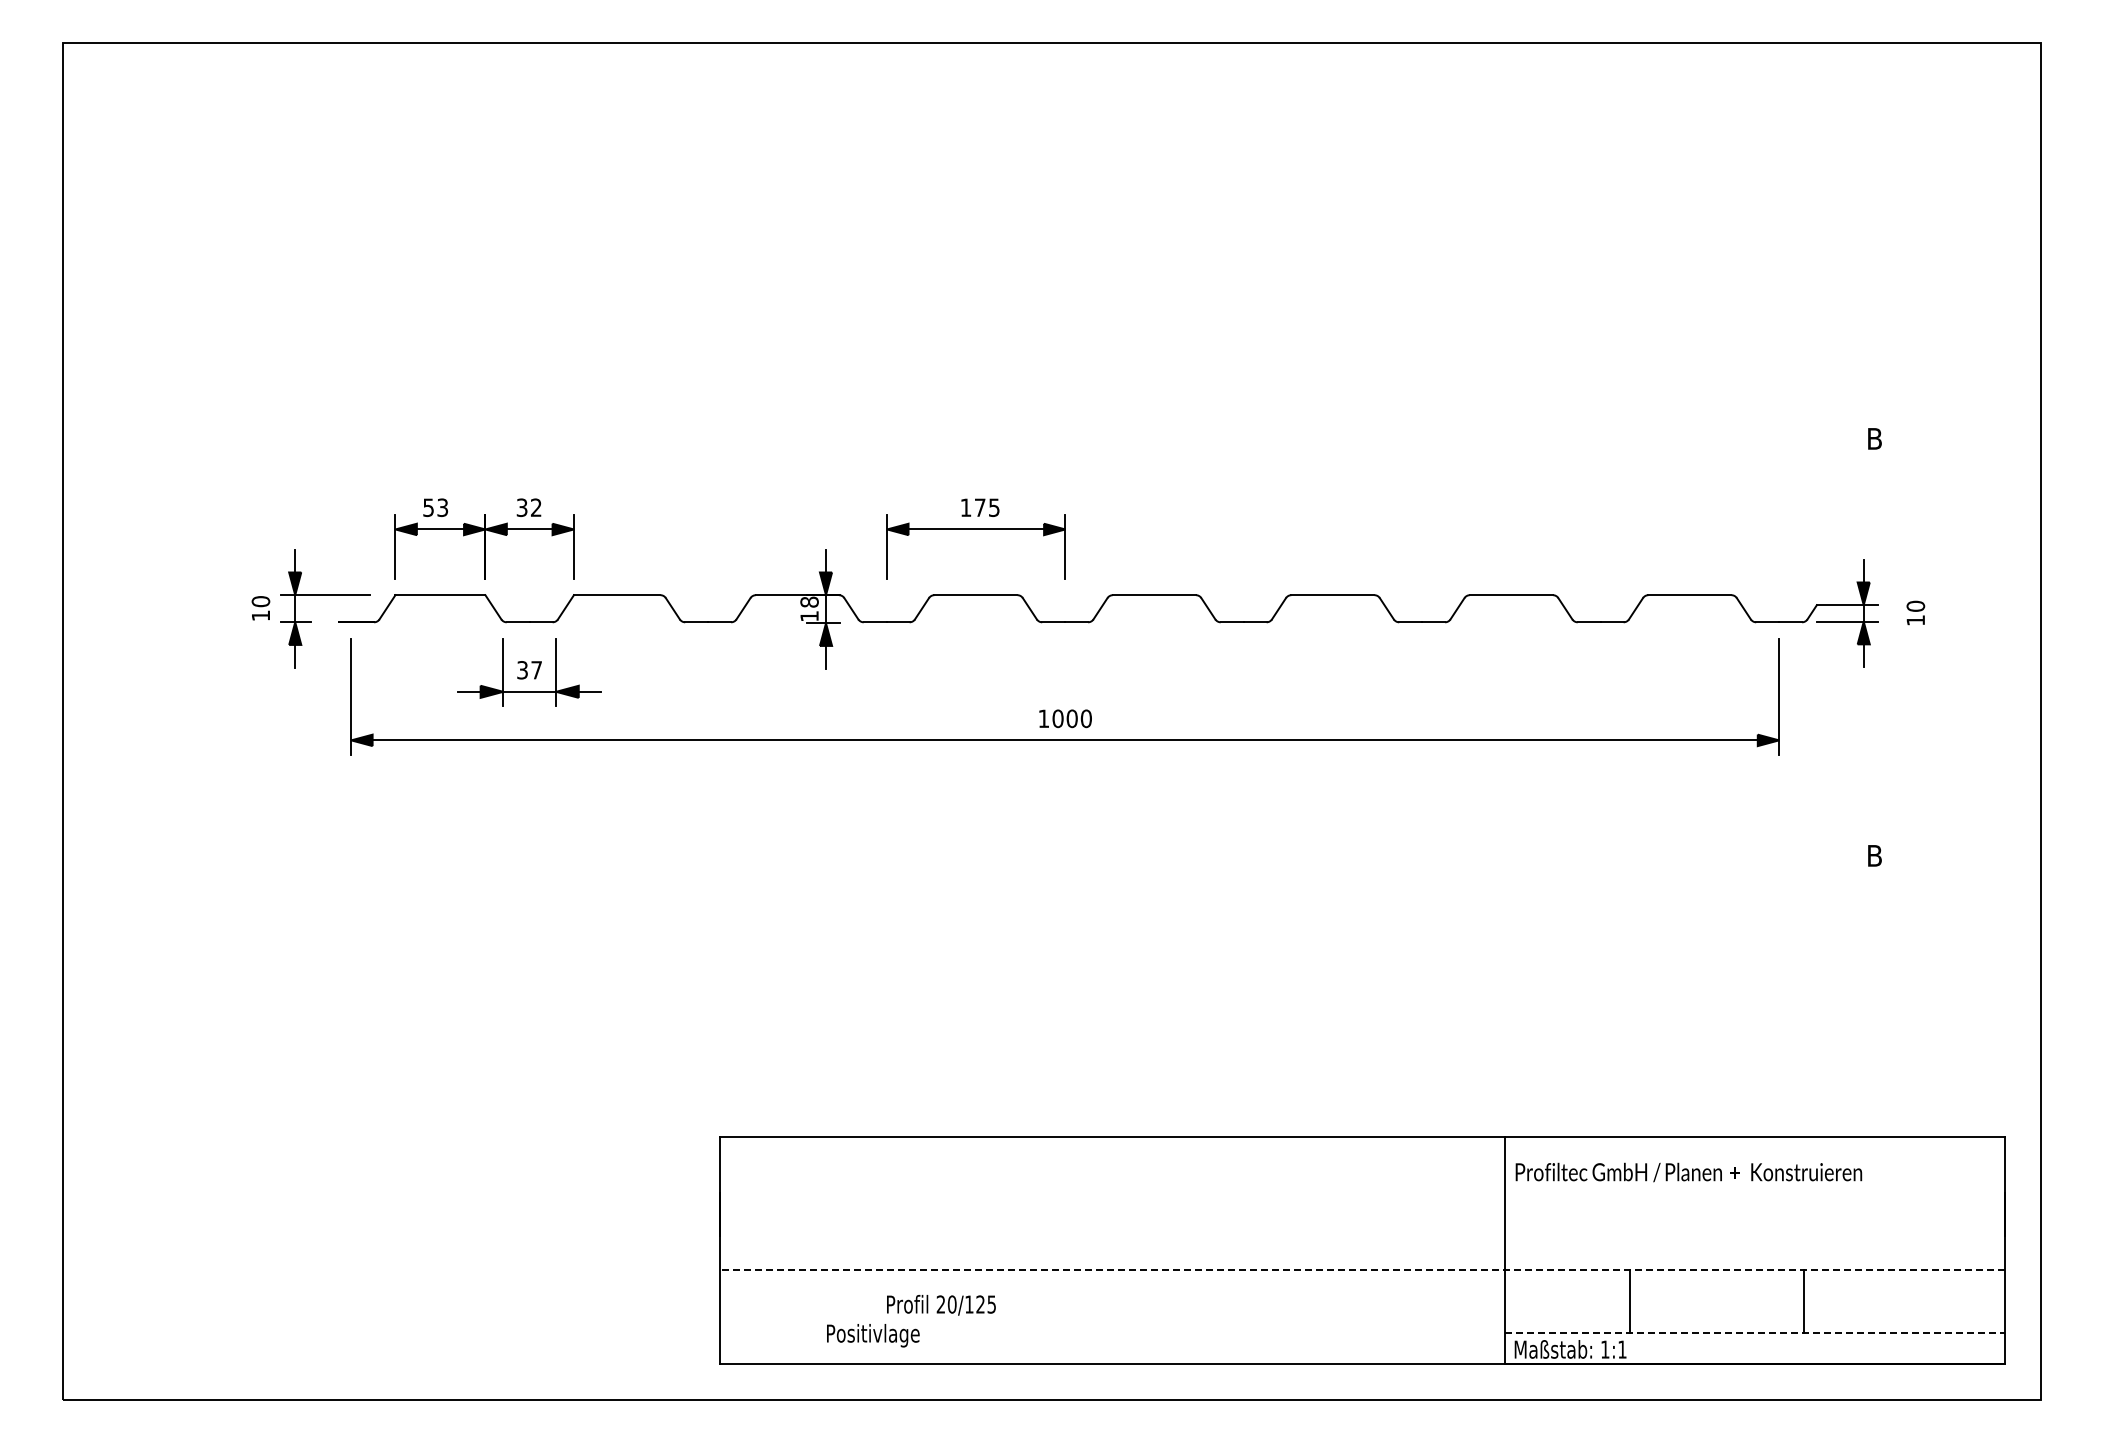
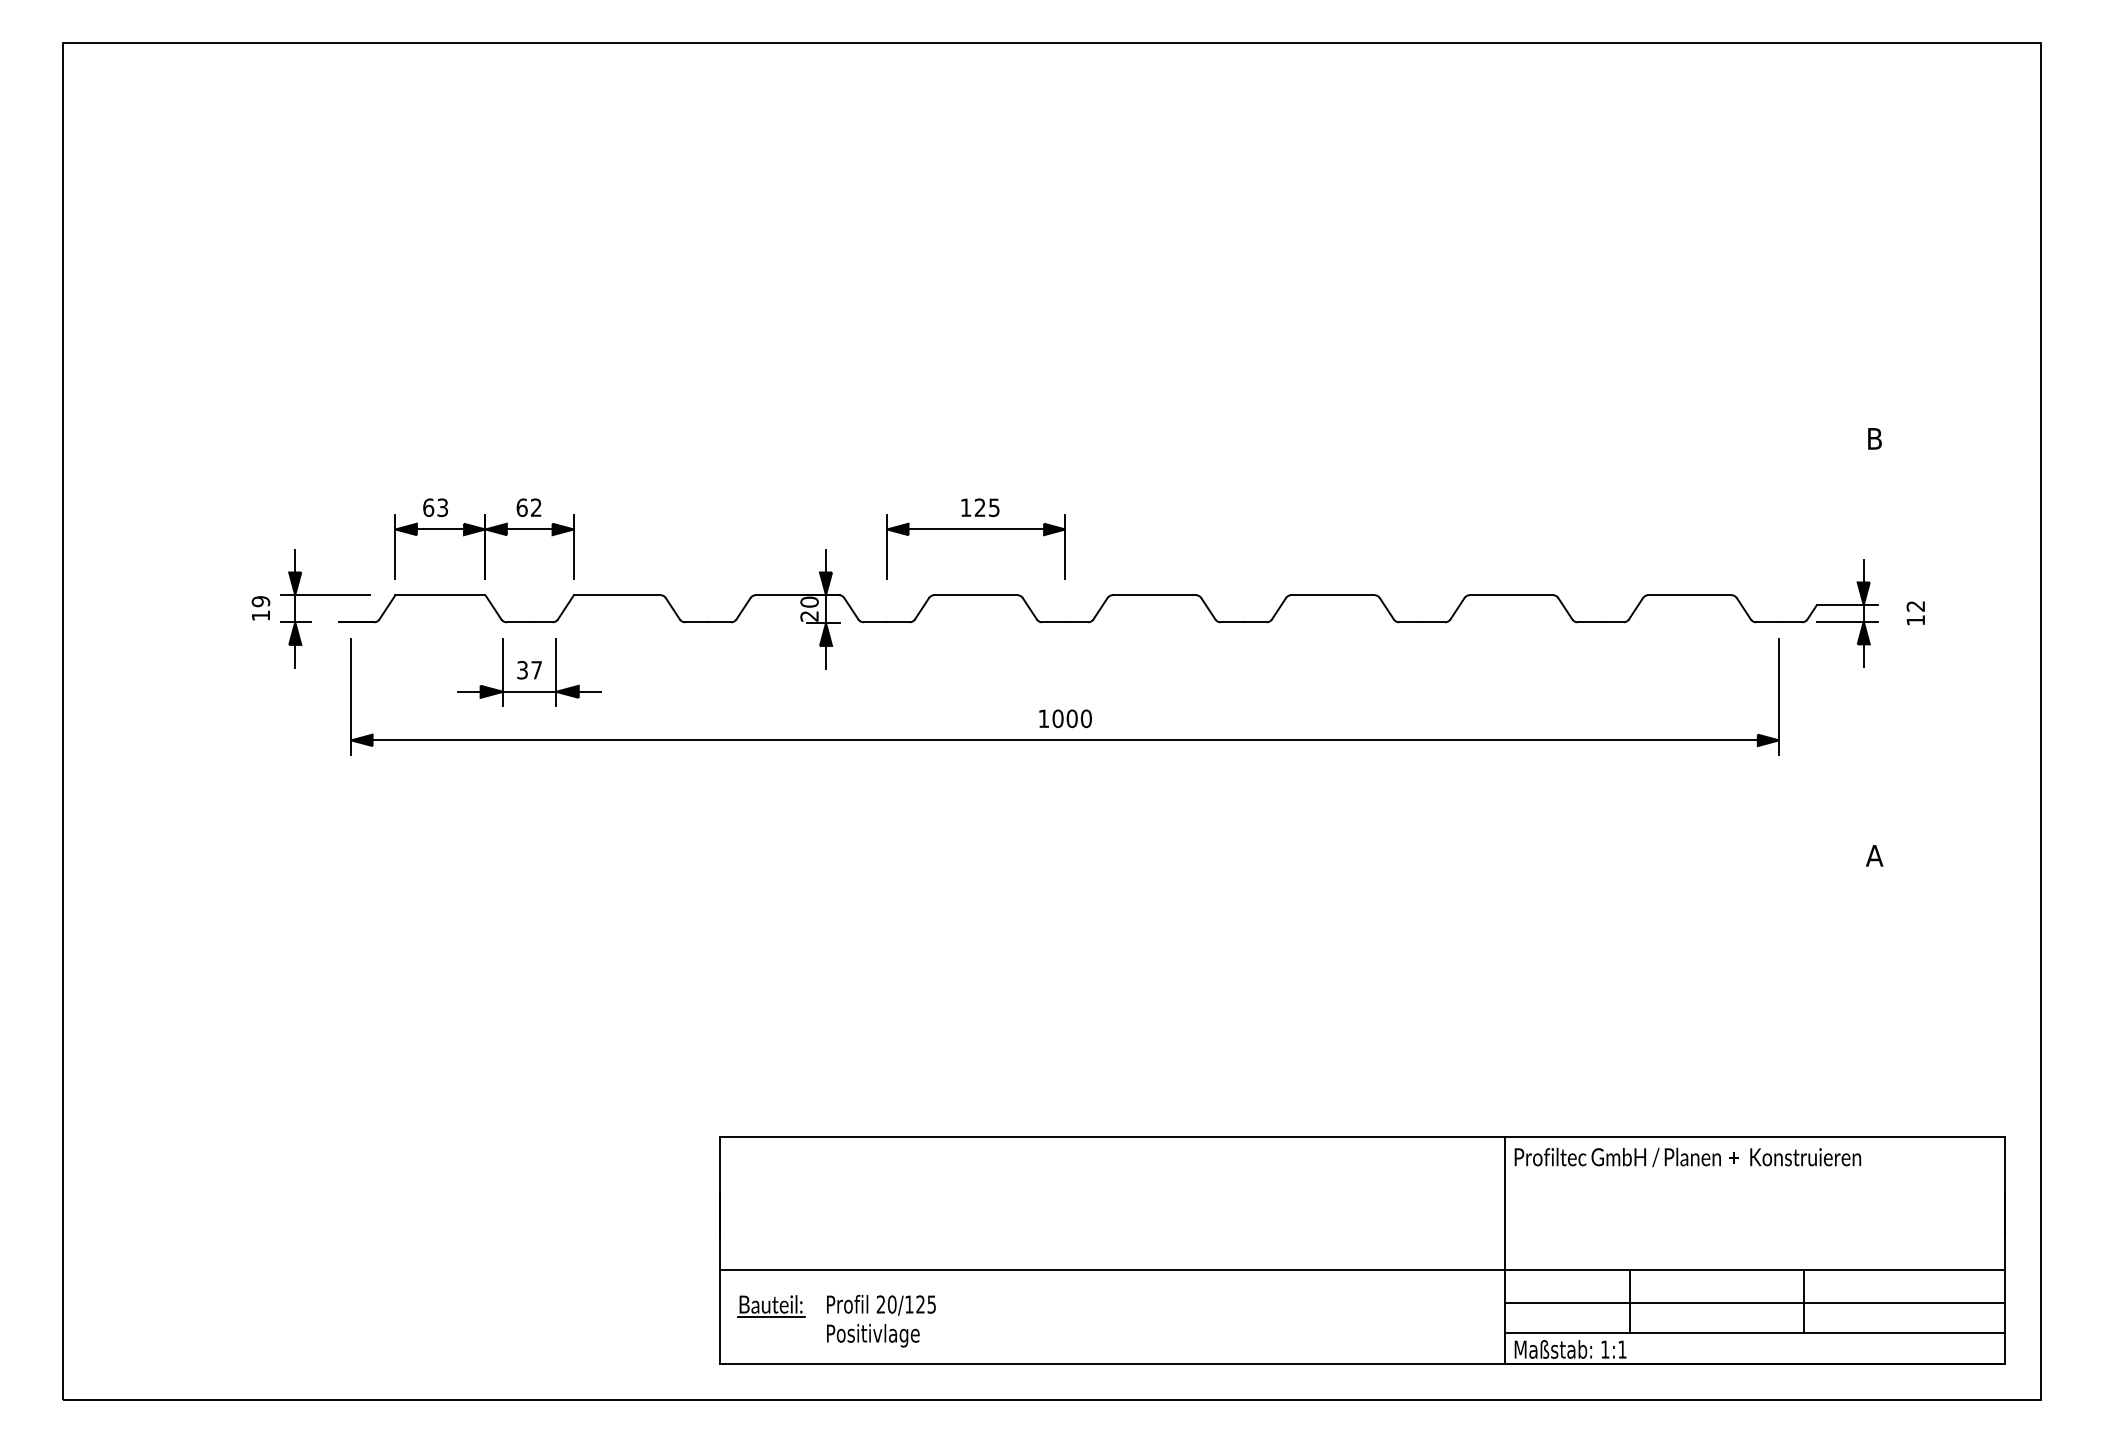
text at (428, 507): 53 -> 63
text at (521, 507): 32 -> 62
text at (979, 507): 175 -> 125
text at (261, 601): 10 -> 19
text at (1915, 605): 10 -> 12
text at (809, 608): 18 -> 20
text at (1874, 855): B -> A
text at (1688, 1172) position: (1688, 1172) -> (1687, 1157)
line at (1362, 1269): dashed -> solid
line at (1755, 1302): none -> present
text at (941, 1305) position: (941, 1305) -> (881, 1305)
part at (771, 1306): none -> present
line at (1755, 1333): dashed -> solid
